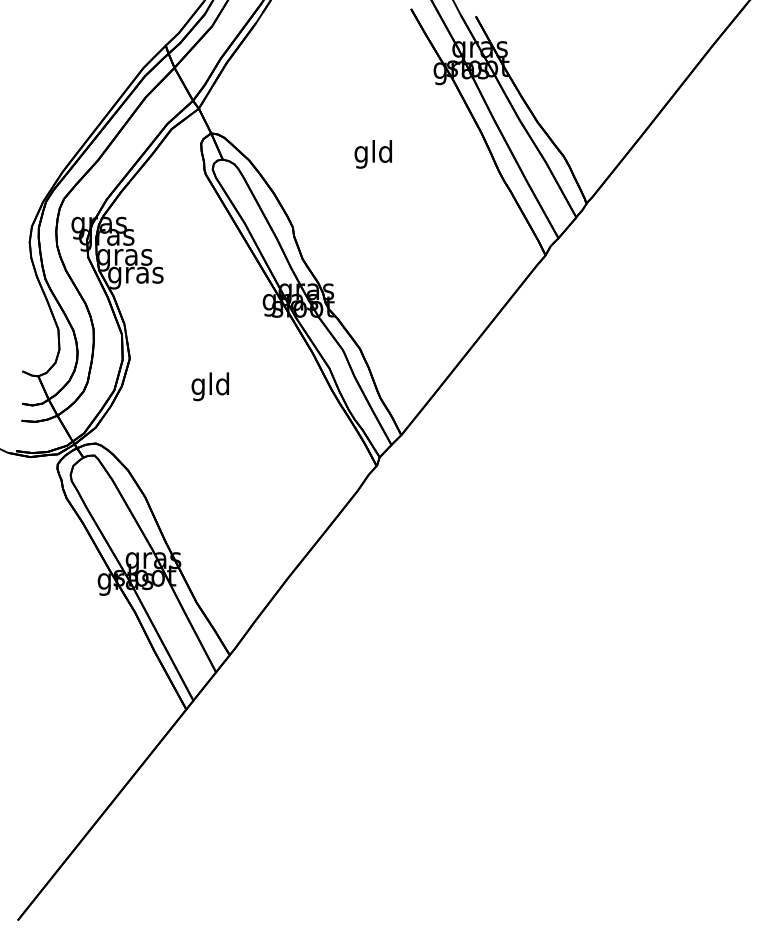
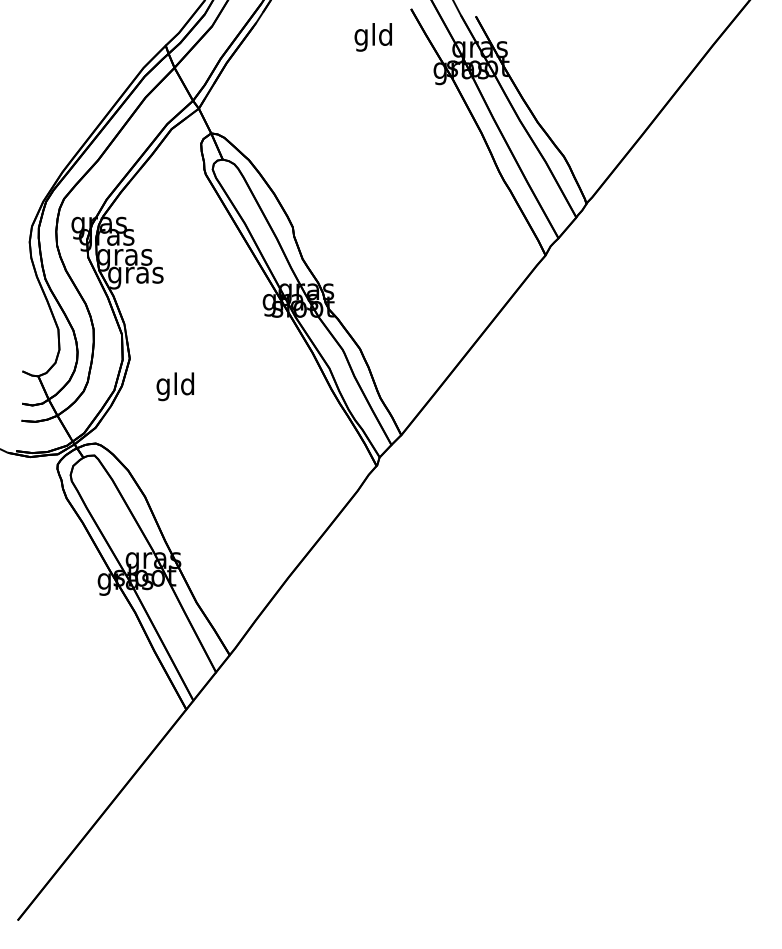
text at (372, 154) position: (372, 154) -> (372, 37)
text at (209, 386) position: (209, 386) -> (174, 386)
